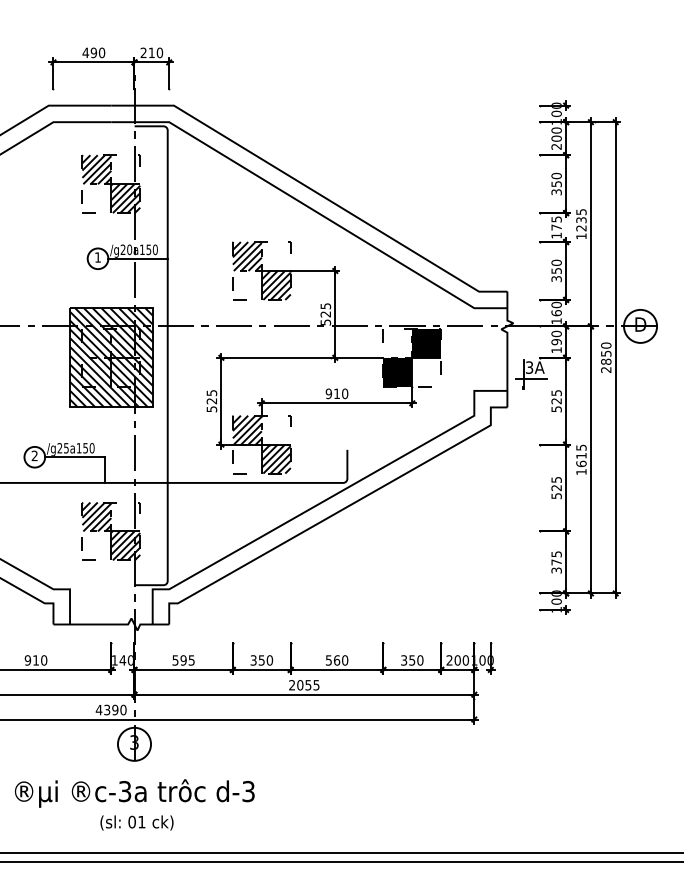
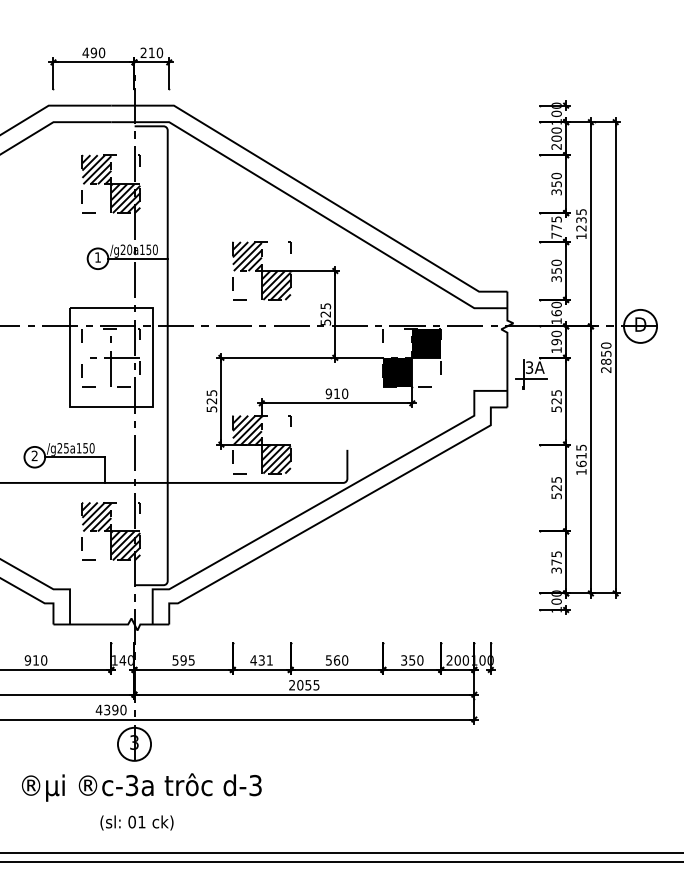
text at (556, 235): 175 -> 775
hatch at (111, 357): present -> none
text at (261, 660): 350 -> 431
text at (134, 793) position: (134, 793) -> (141, 787)
